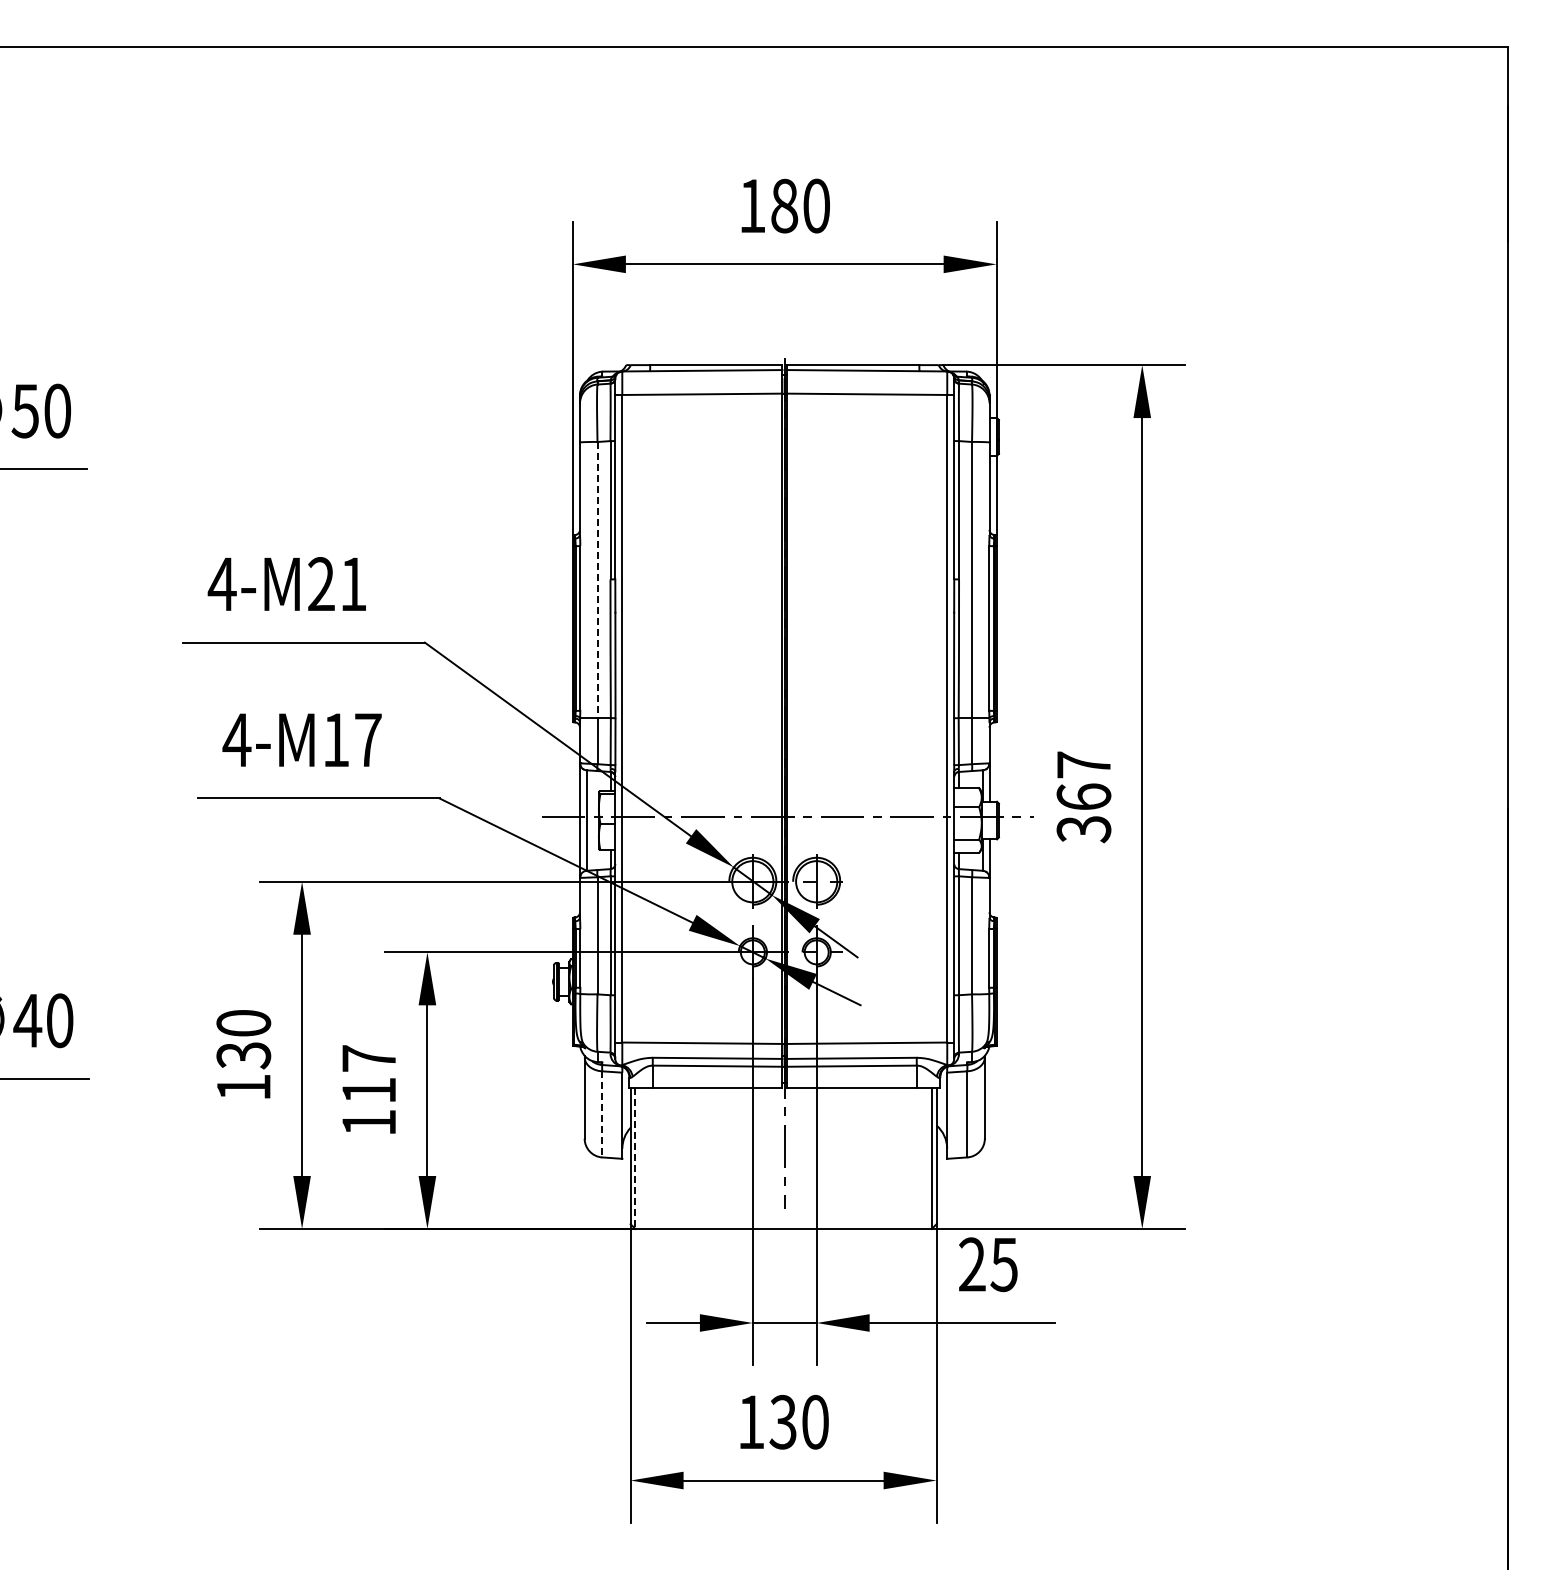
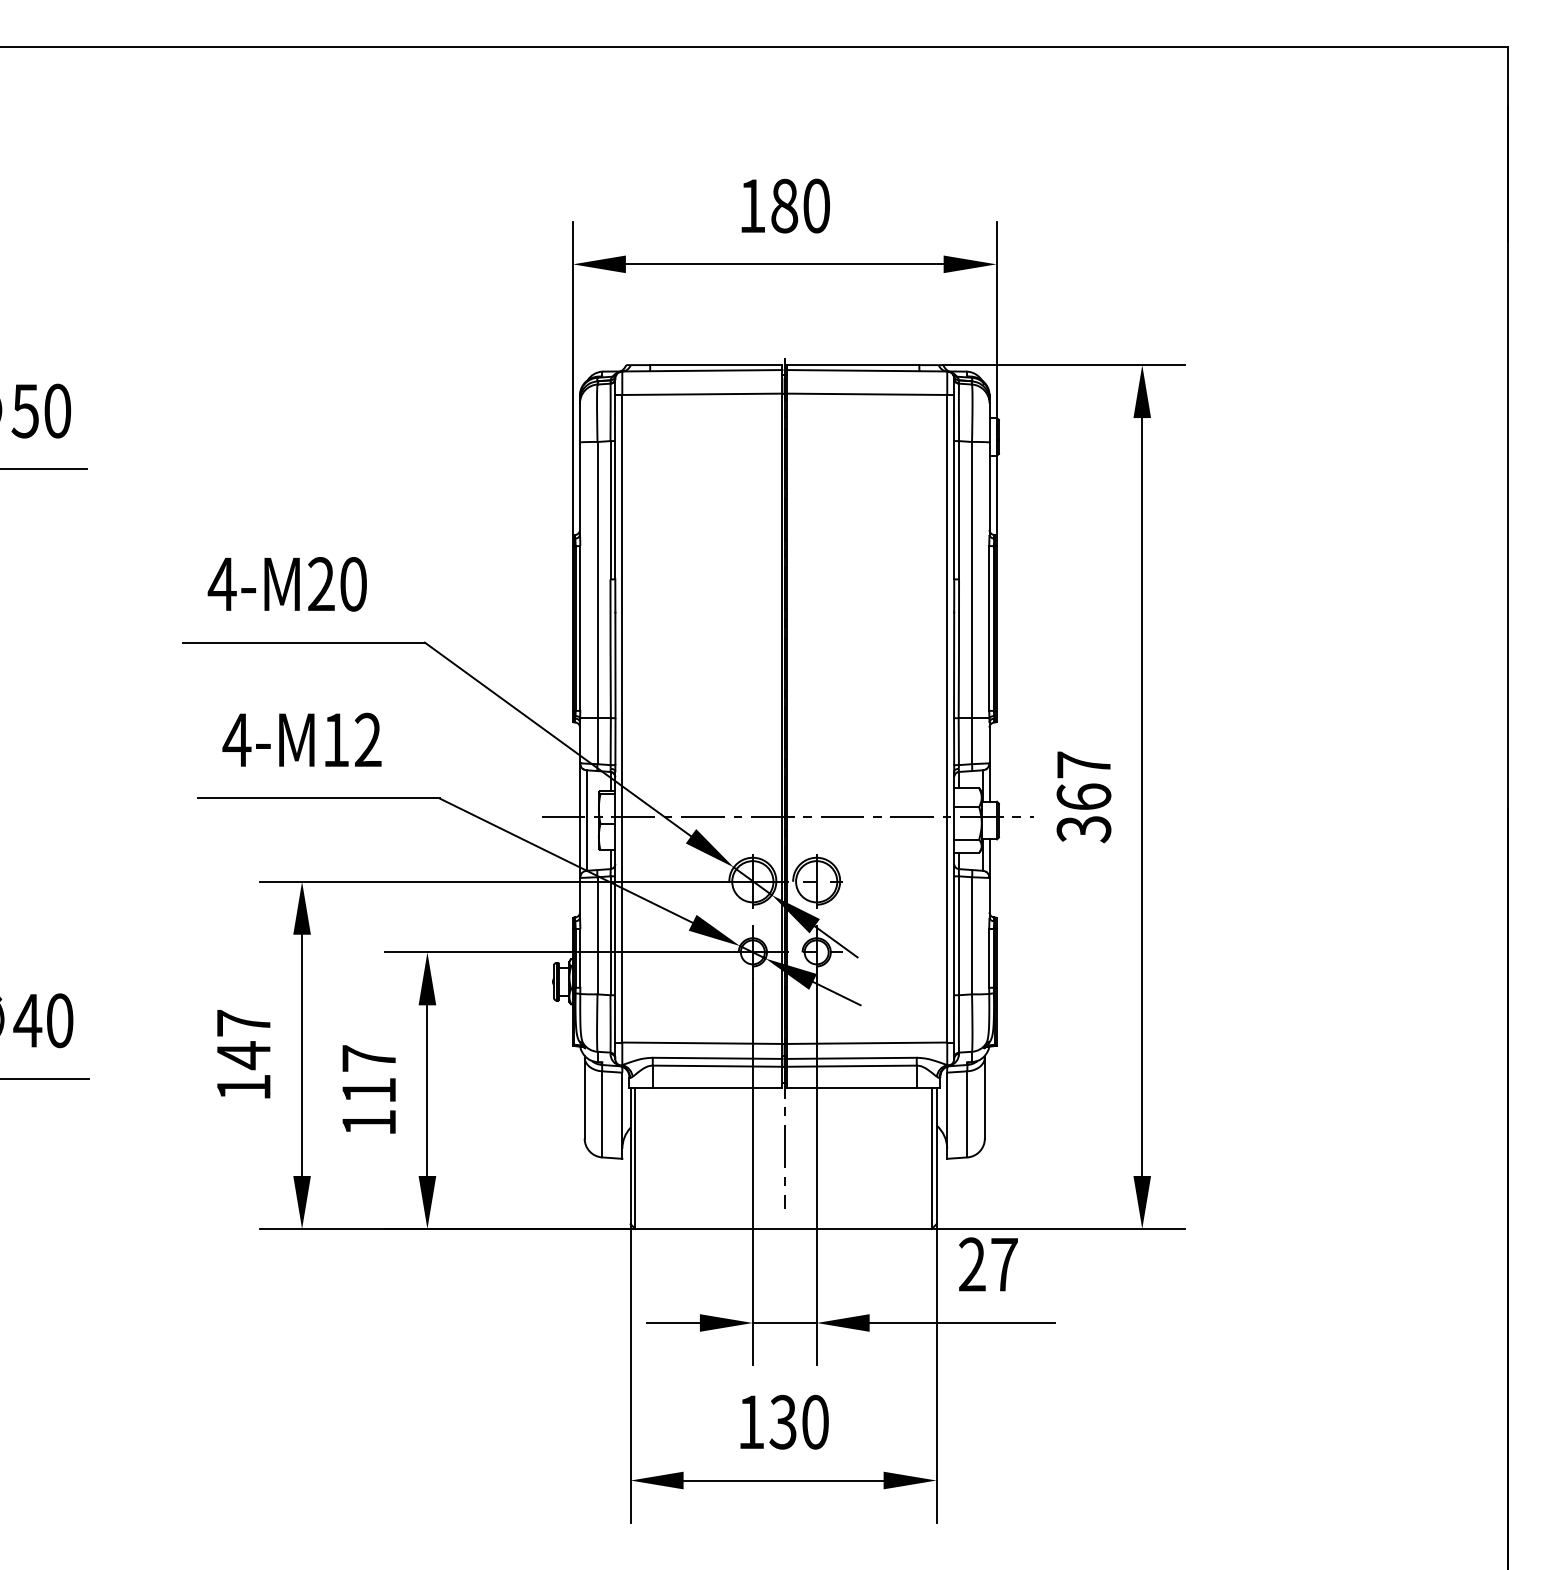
line at (597, 580): dashed -> solid
text at (353, 584): 4-M21 -> 4-M20
text at (367, 739): 4-M17 -> 4-M12
text at (243, 1040): 130 -> 147
line at (602, 1114): dashed -> solid
line at (635, 1158): dashed -> solid
text at (1003, 1265): 25 -> 27
